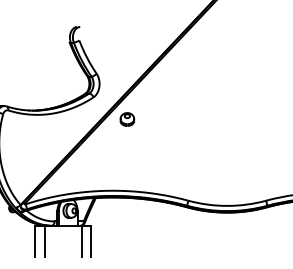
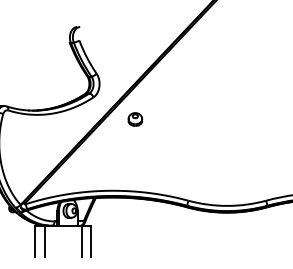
part at (127, 119) position: (127, 119) -> (135, 119)
